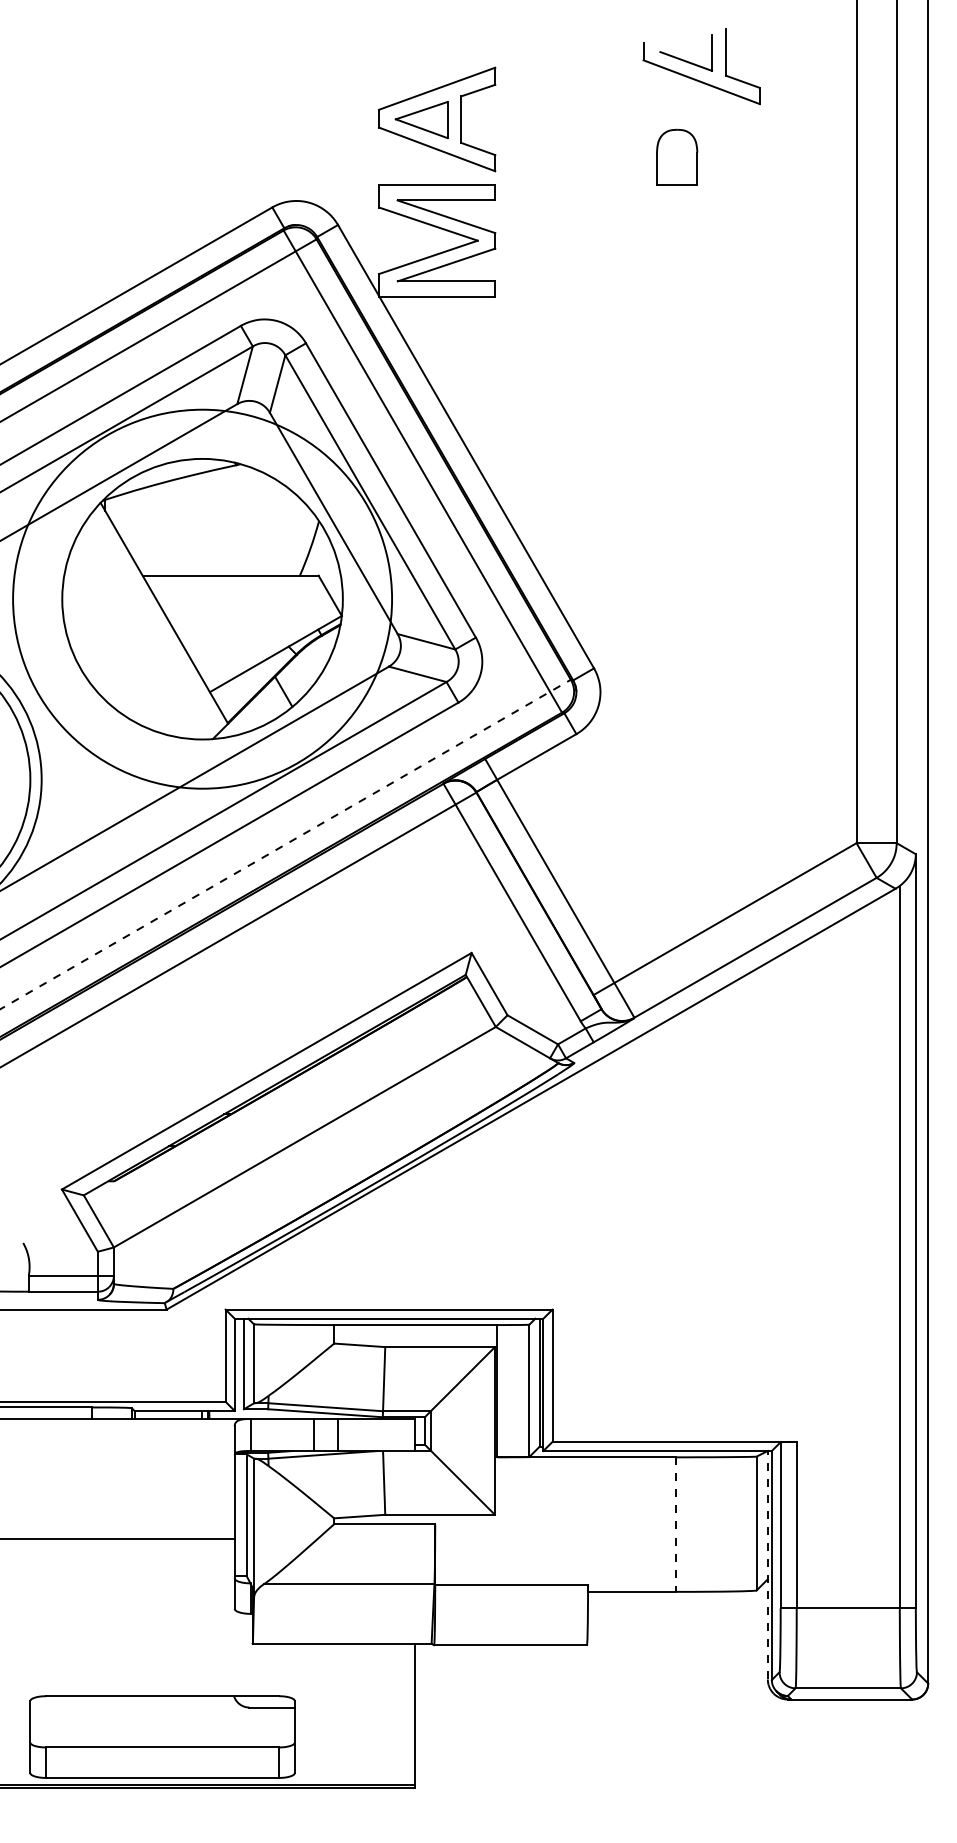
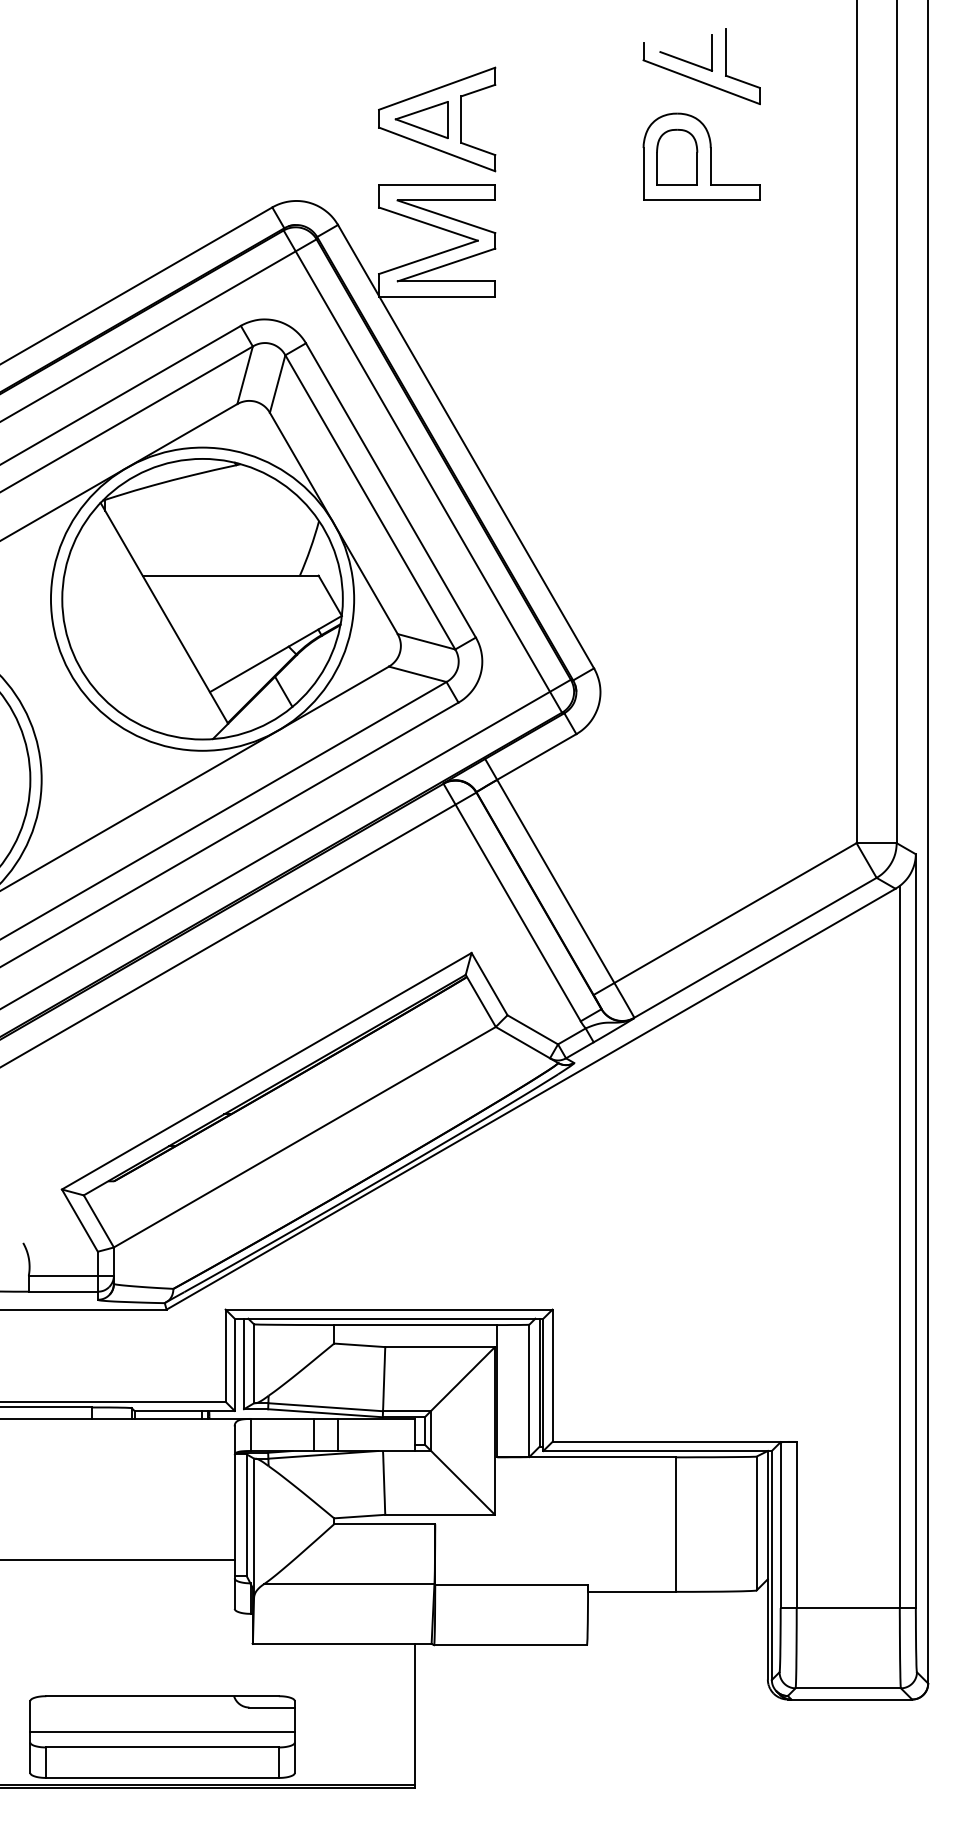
part at (701, 156): none -> present
circle at (202, 598) diameter: 379 px -> 303 px
line at (286, 844): dashed -> solid
line at (676, 1525): dashed -> solid
line at (118, 1538) position: (118, 1538) -> (118, 1559)
line at (767, 1564): dashed -> solid
line at (162, 1731): none -> present
